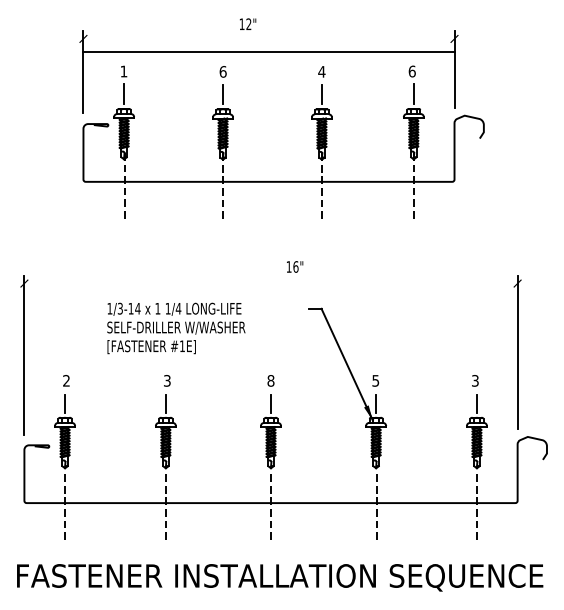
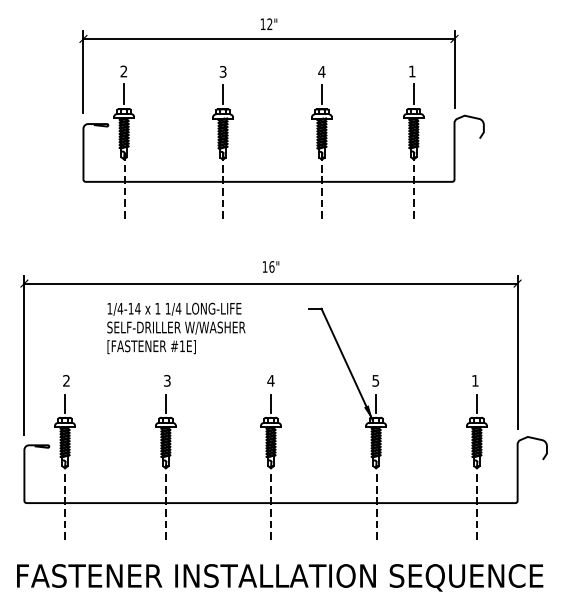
text at (248, 23) position: (248, 23) -> (269, 23)
line at (268, 51) position: (268, 51) -> (268, 38)
text at (123, 71): 1 -> 2
text at (222, 71): 6 -> 3
text at (411, 71): 6 -> 1
text at (295, 266) position: (295, 266) -> (271, 266)
line at (270, 283): none -> present
text at (120, 308): 1/3-14 -> 1/4-14
text at (270, 380): 8 -> 4
text at (475, 380): 3 -> 1
